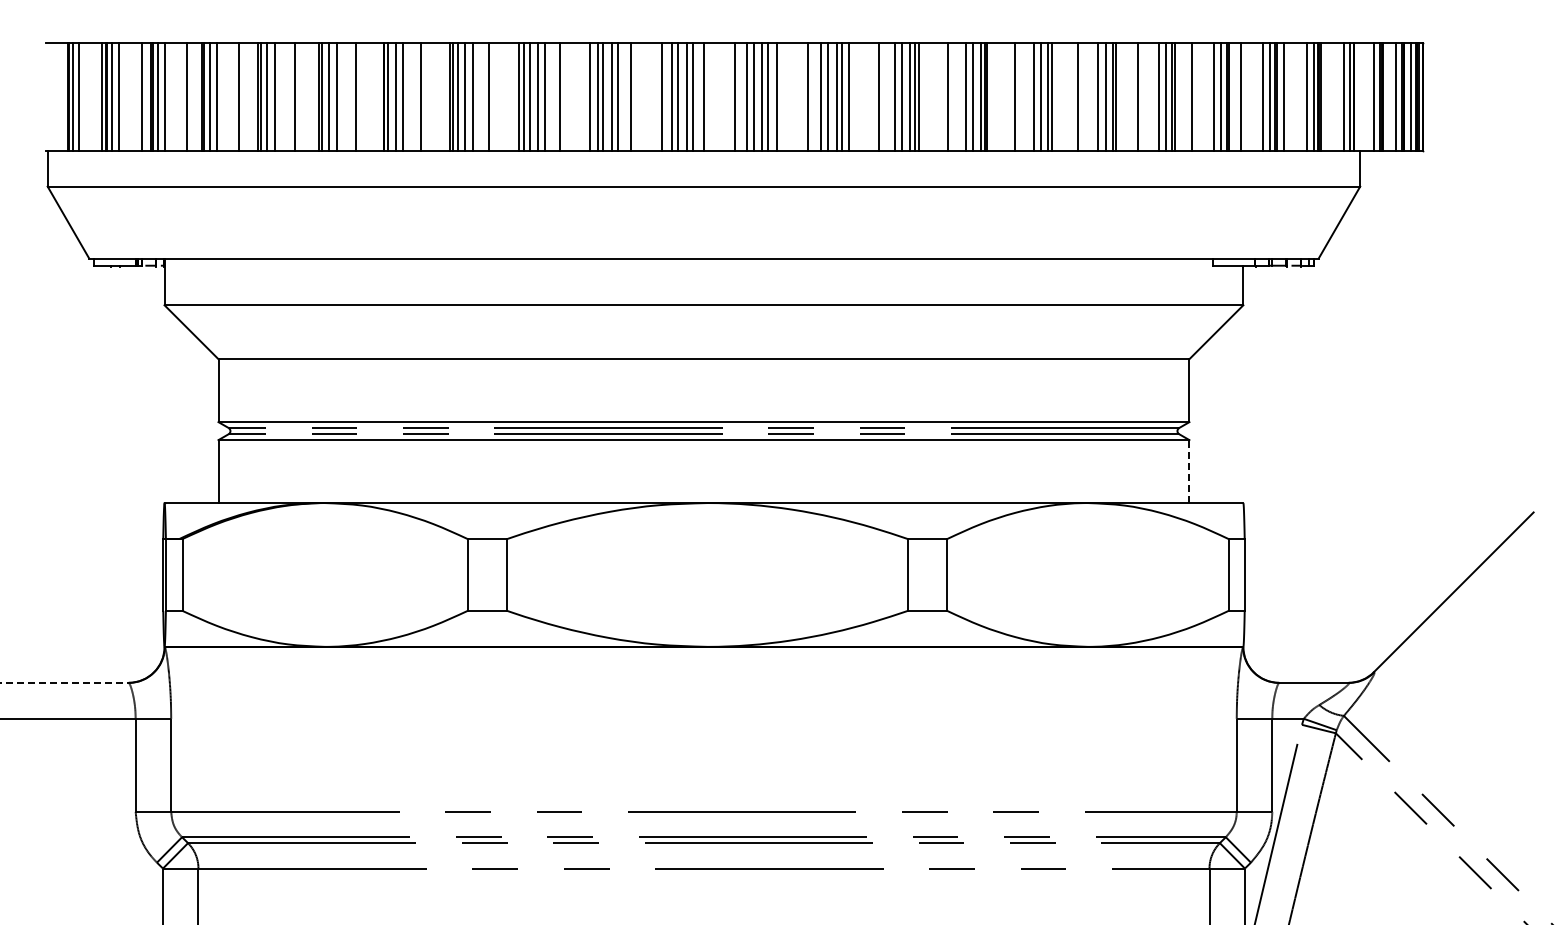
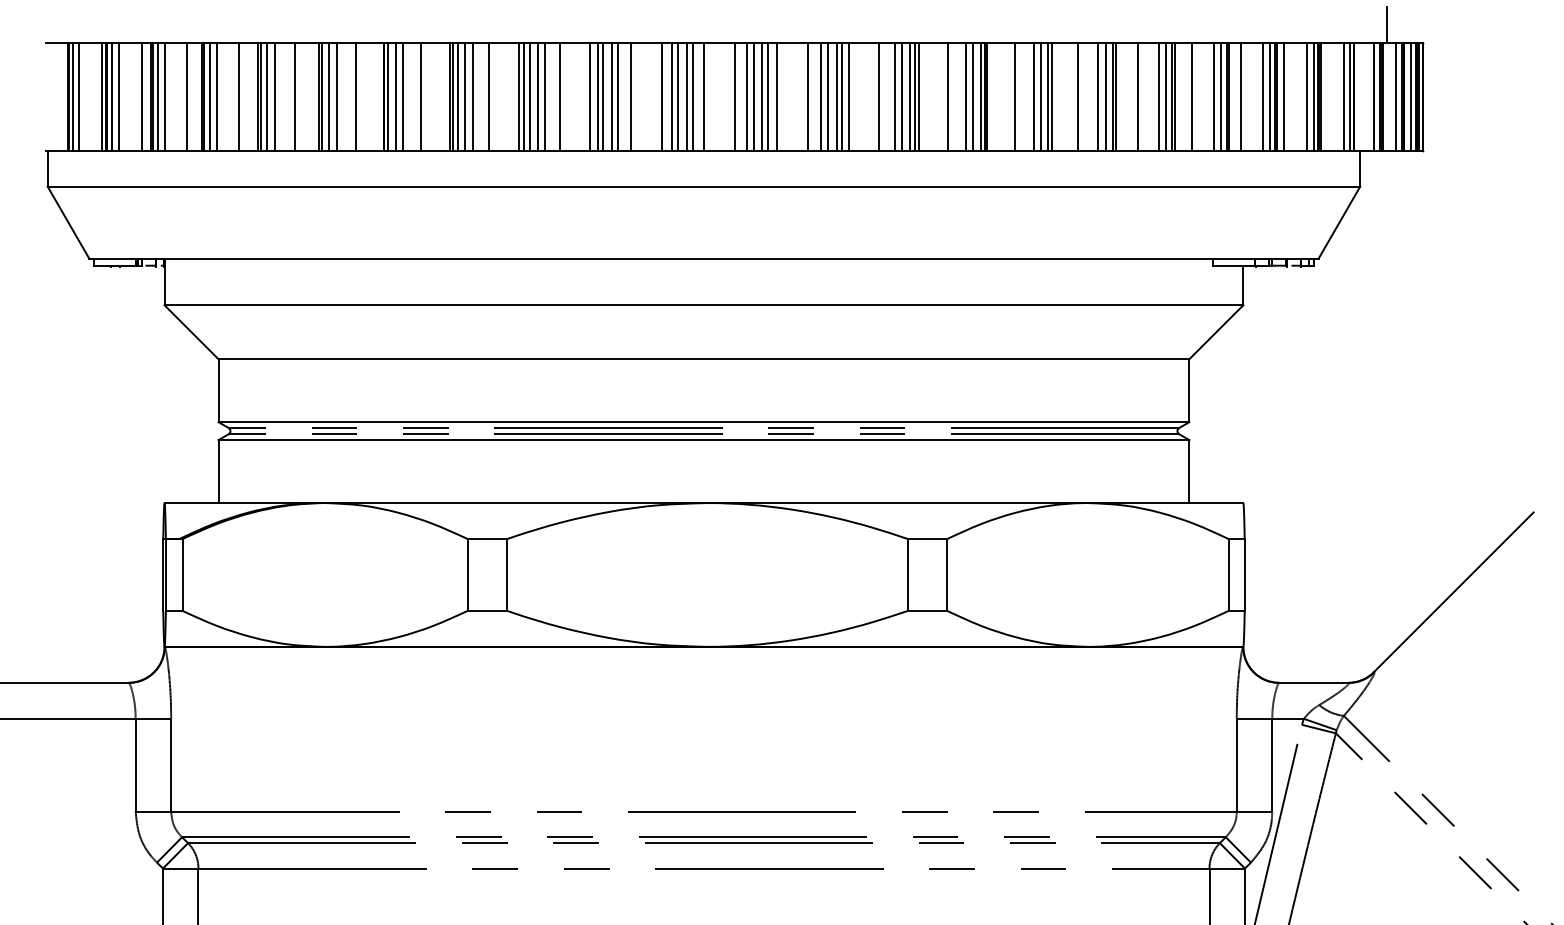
line at (1387, 24): none -> present
line at (1189, 471): dashed -> solid
line at (64, 682): dashed -> solid
